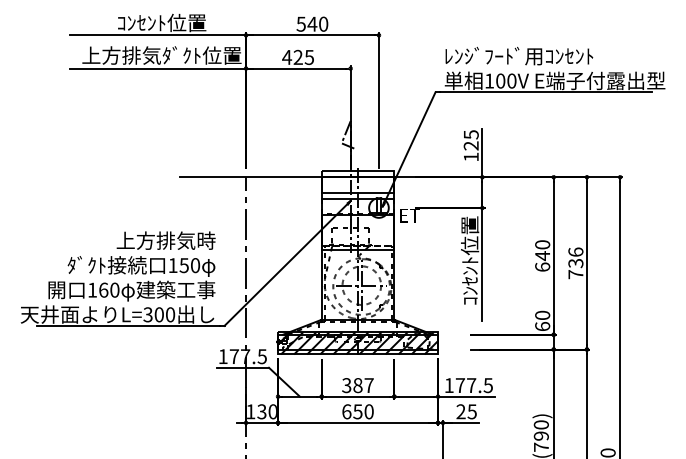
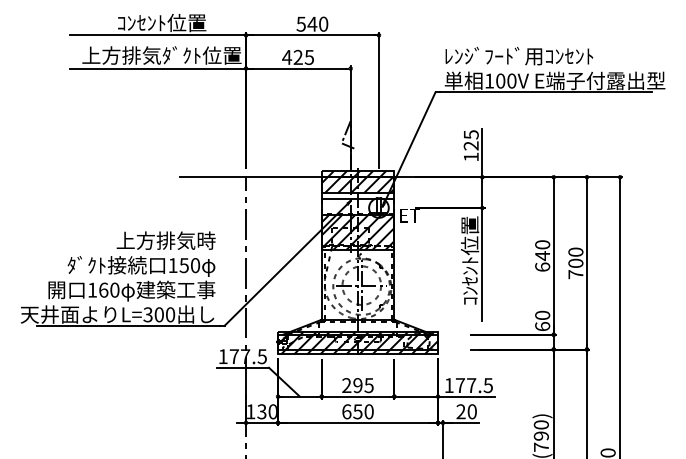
hatch at (357, 182): none -> present
hatch at (357, 232): none -> present
text at (575, 257): 736 -> 700
text at (357, 385): 387 -> 295
text at (471, 411): 25 -> 20
